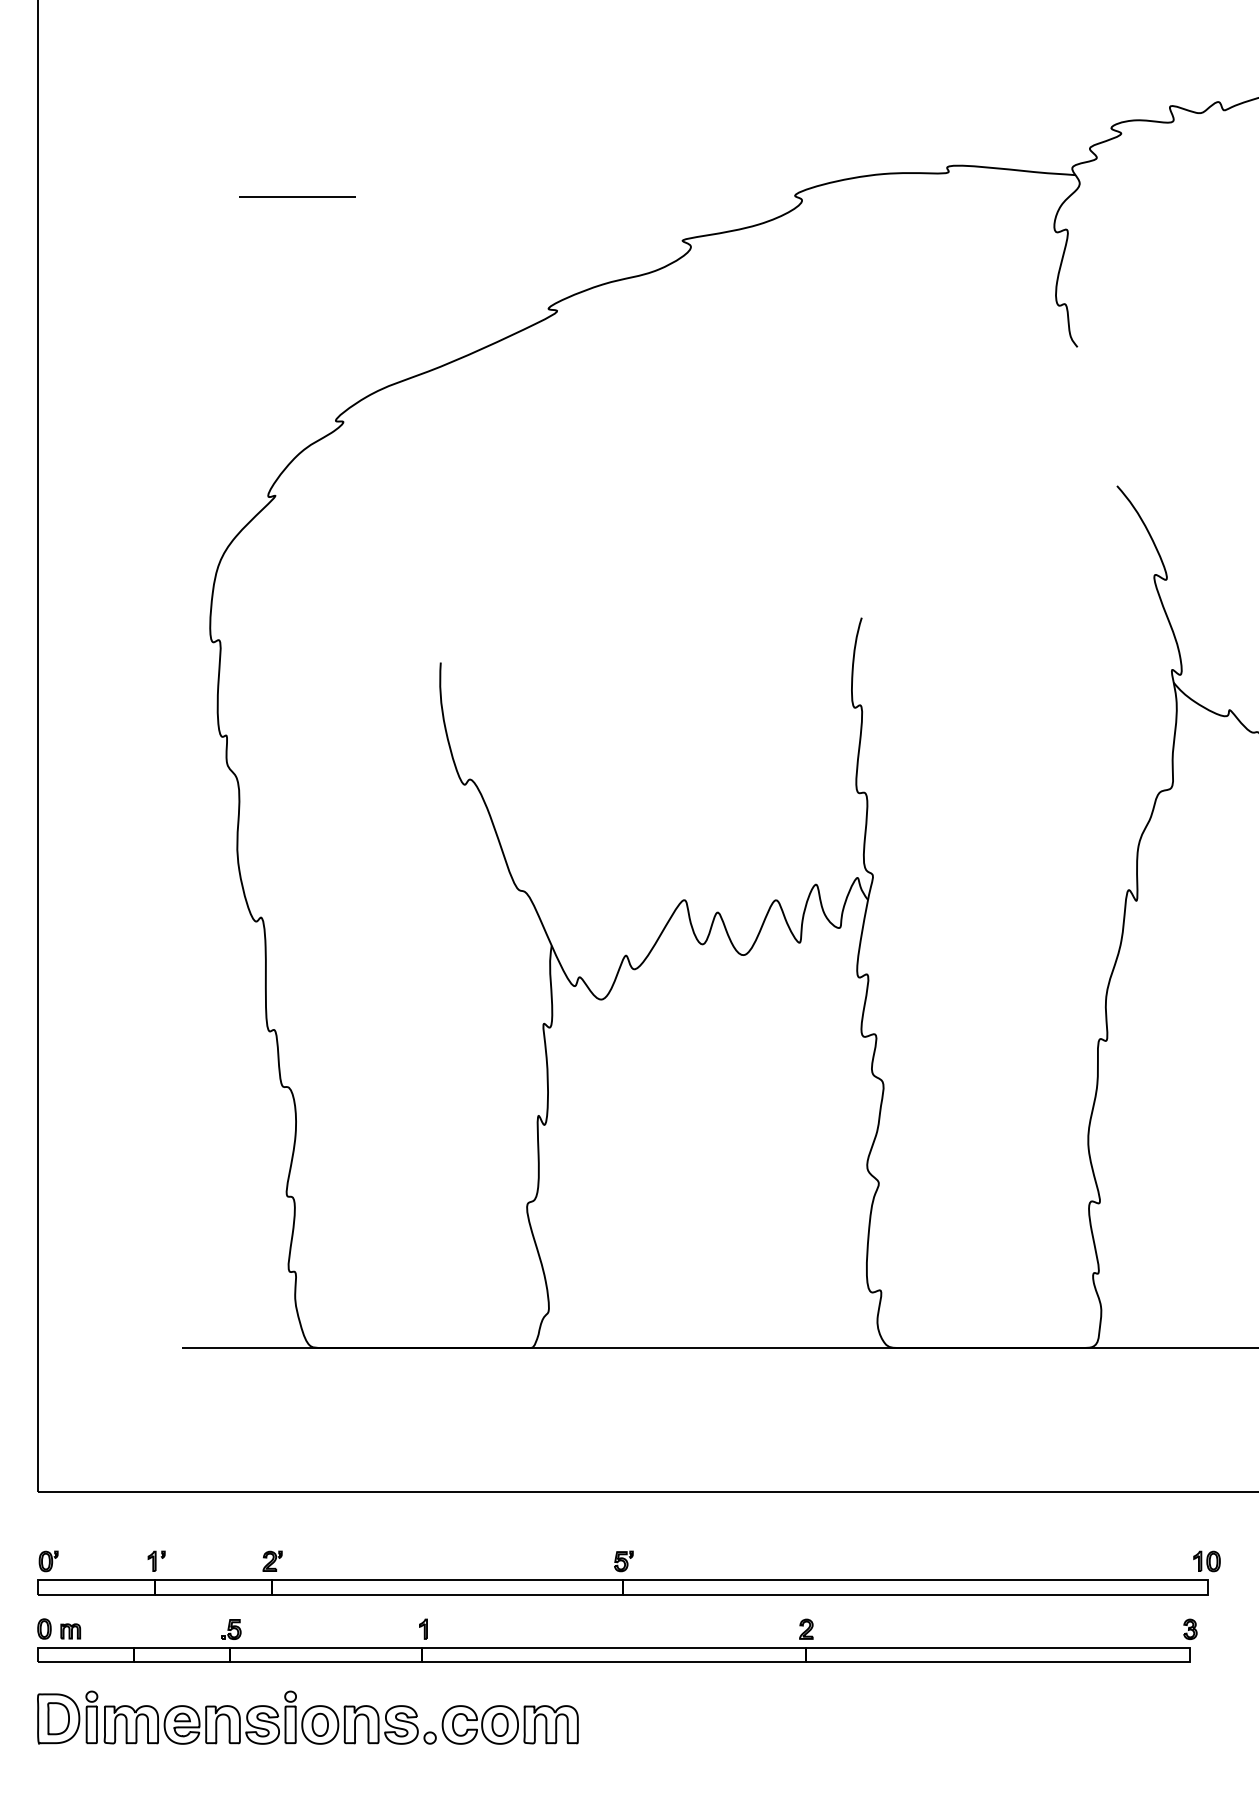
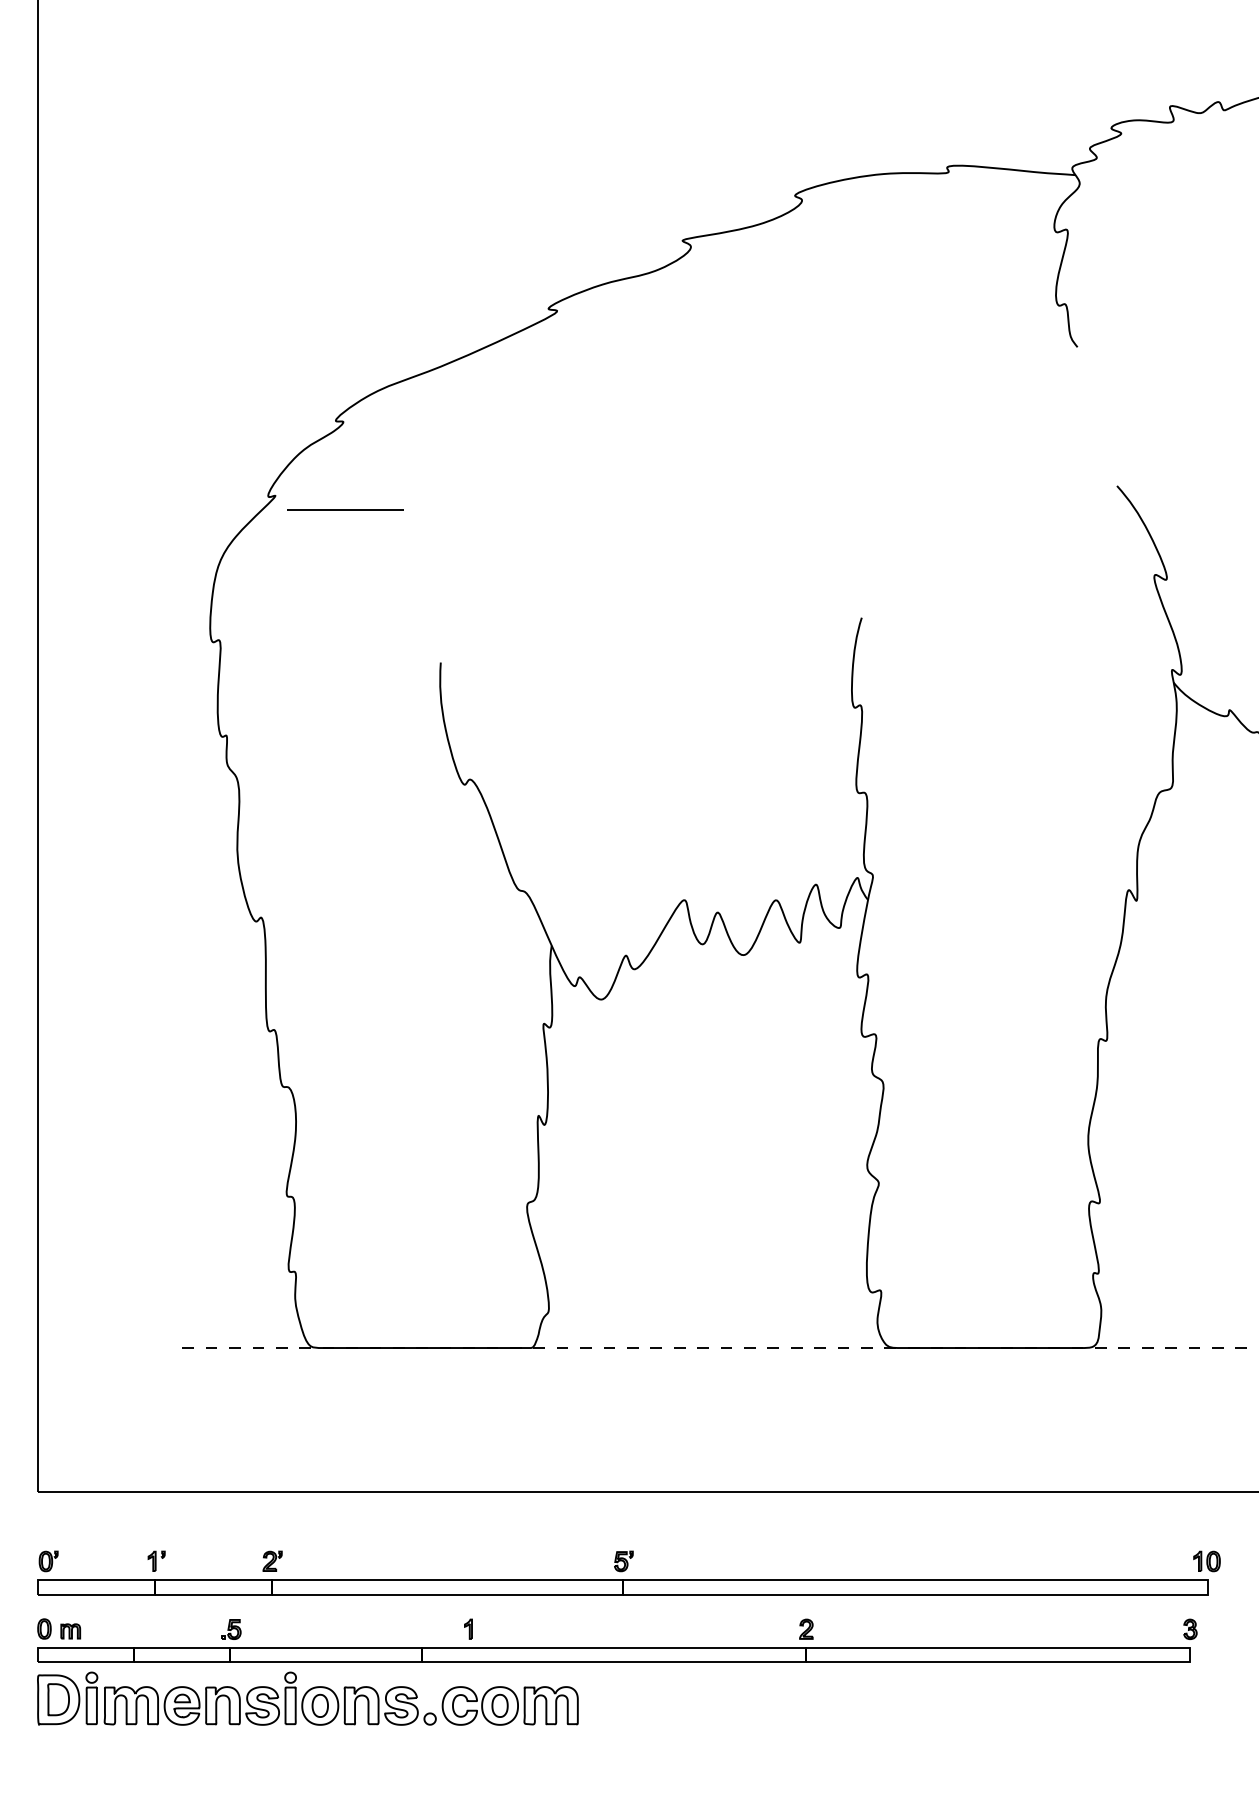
line at (297, 196) position: (297, 196) -> (345, 509)
line at (720, 1348): solid -> dashed
part at (423, 1628) position: (423, 1628) -> (468, 1628)
part at (307, 1717) position: (307, 1717) -> (307, 1698)
